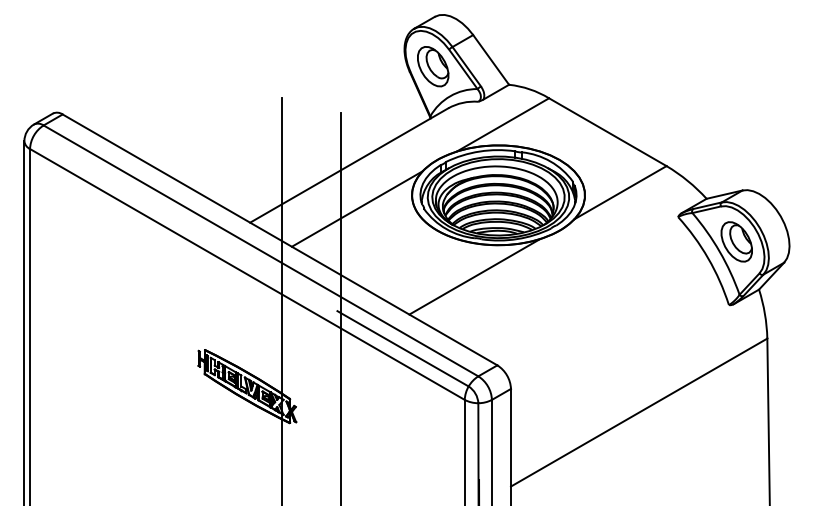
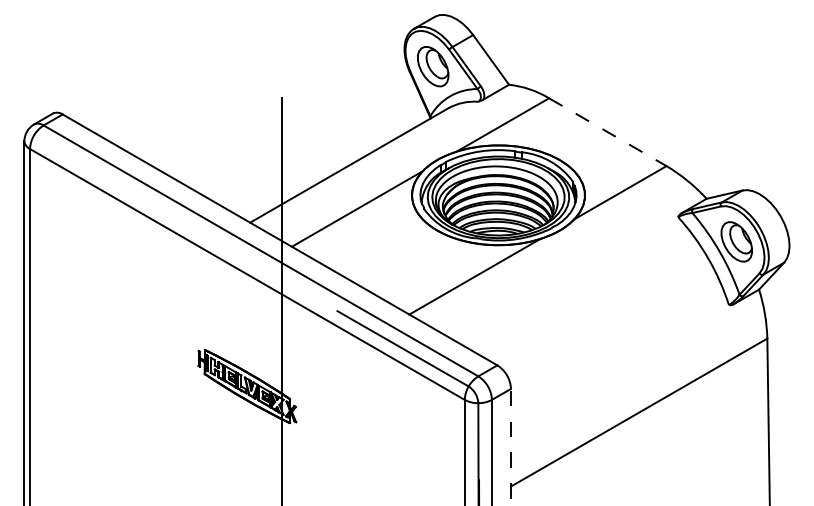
line at (607, 132): solid -> dashed
line at (341, 307): present -> none
line at (511, 446): solid -> dashed
